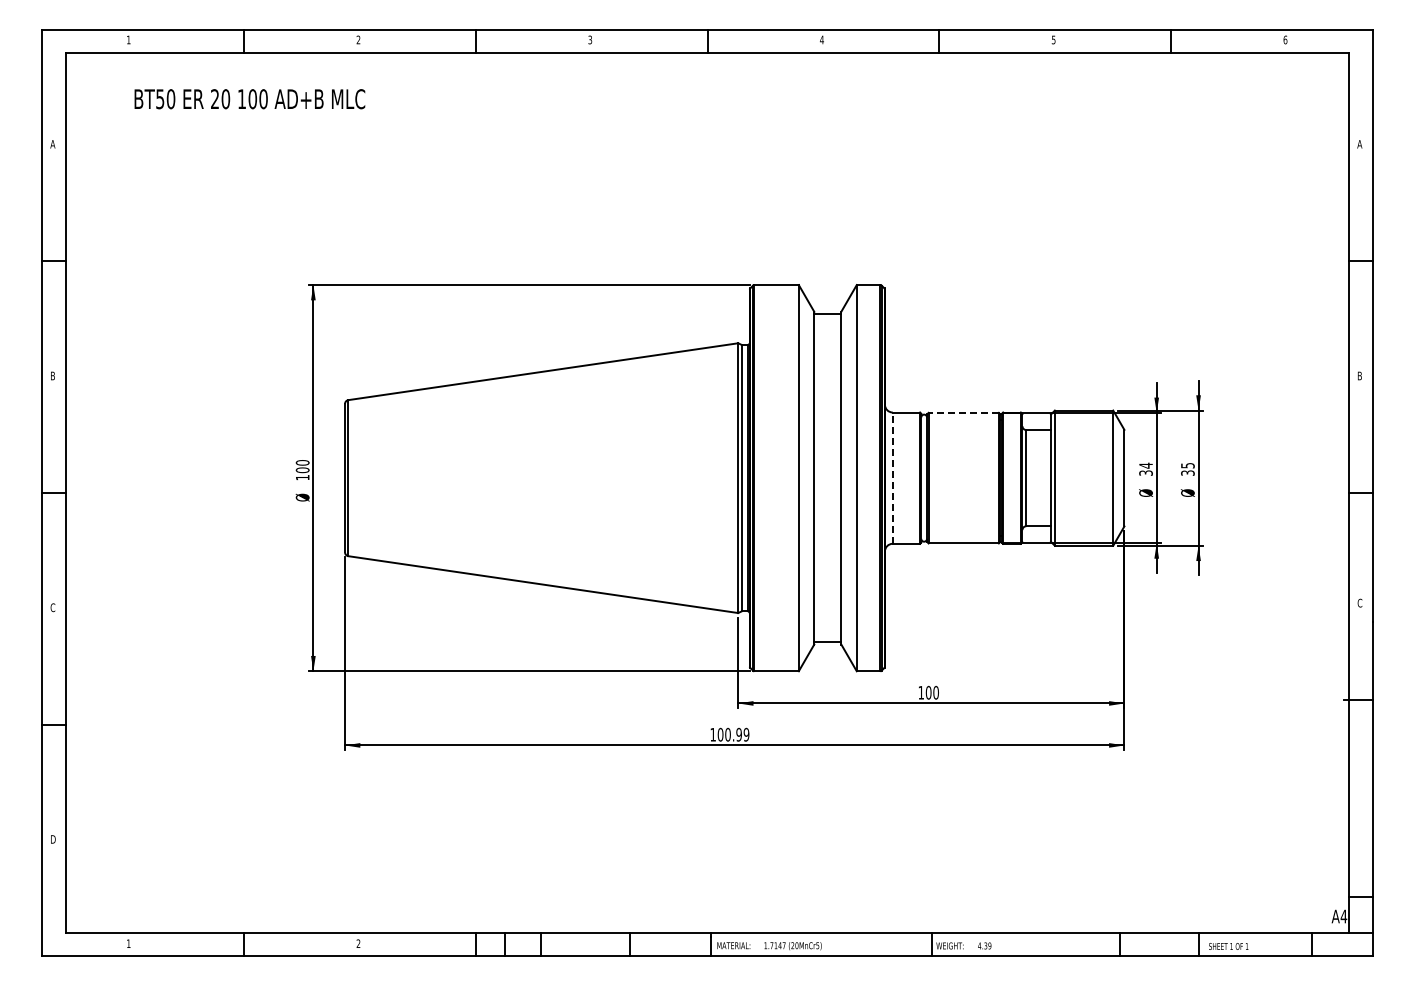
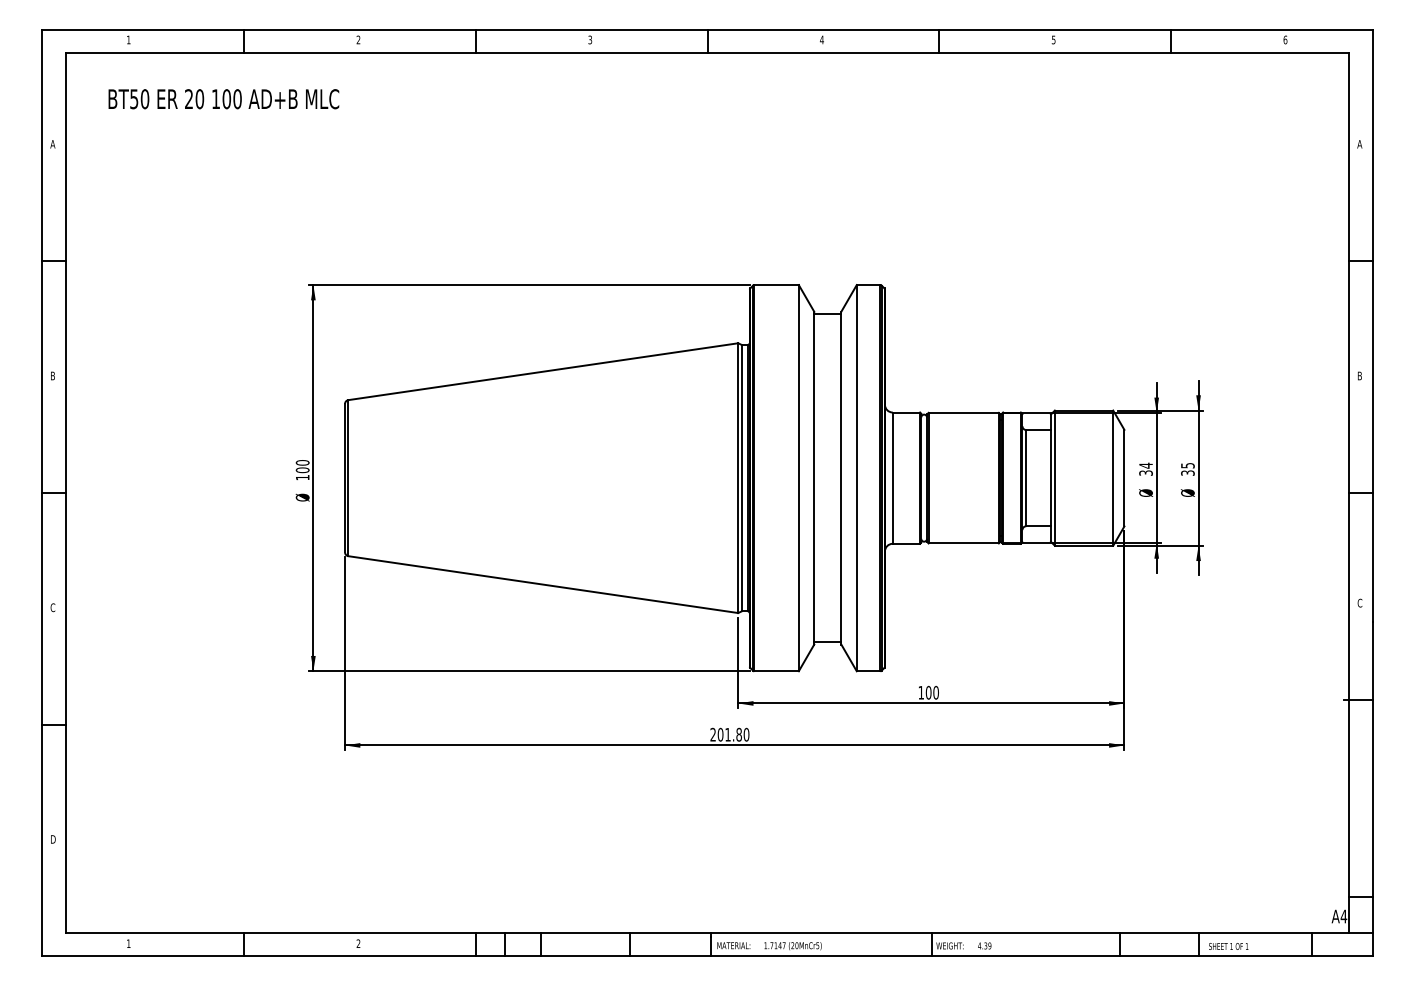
text at (249, 99) position: (249, 99) -> (223, 99)
line at (963, 412): dashed -> solid
line at (892, 478): dashed -> solid
text at (729, 734): 100.99 -> 201.80
